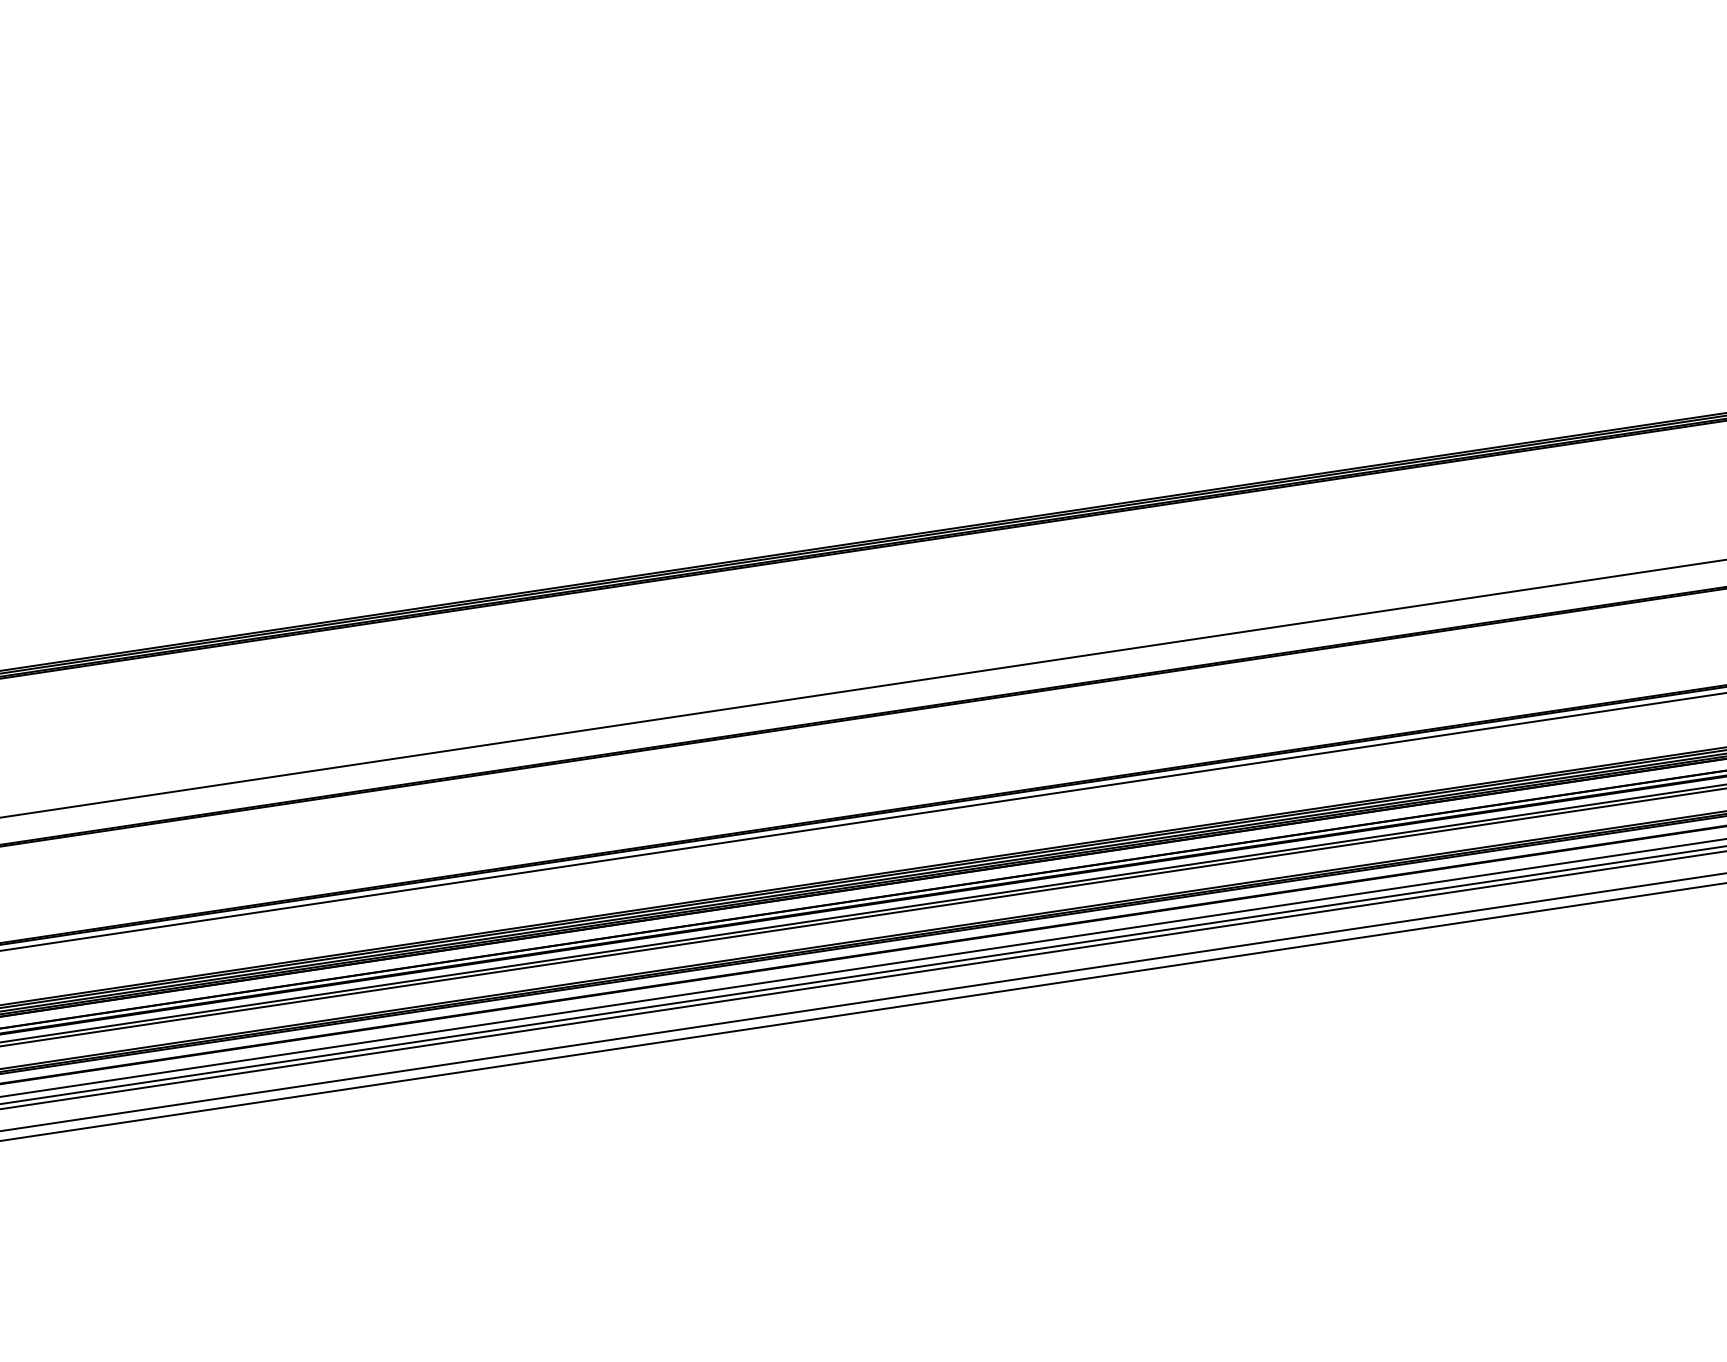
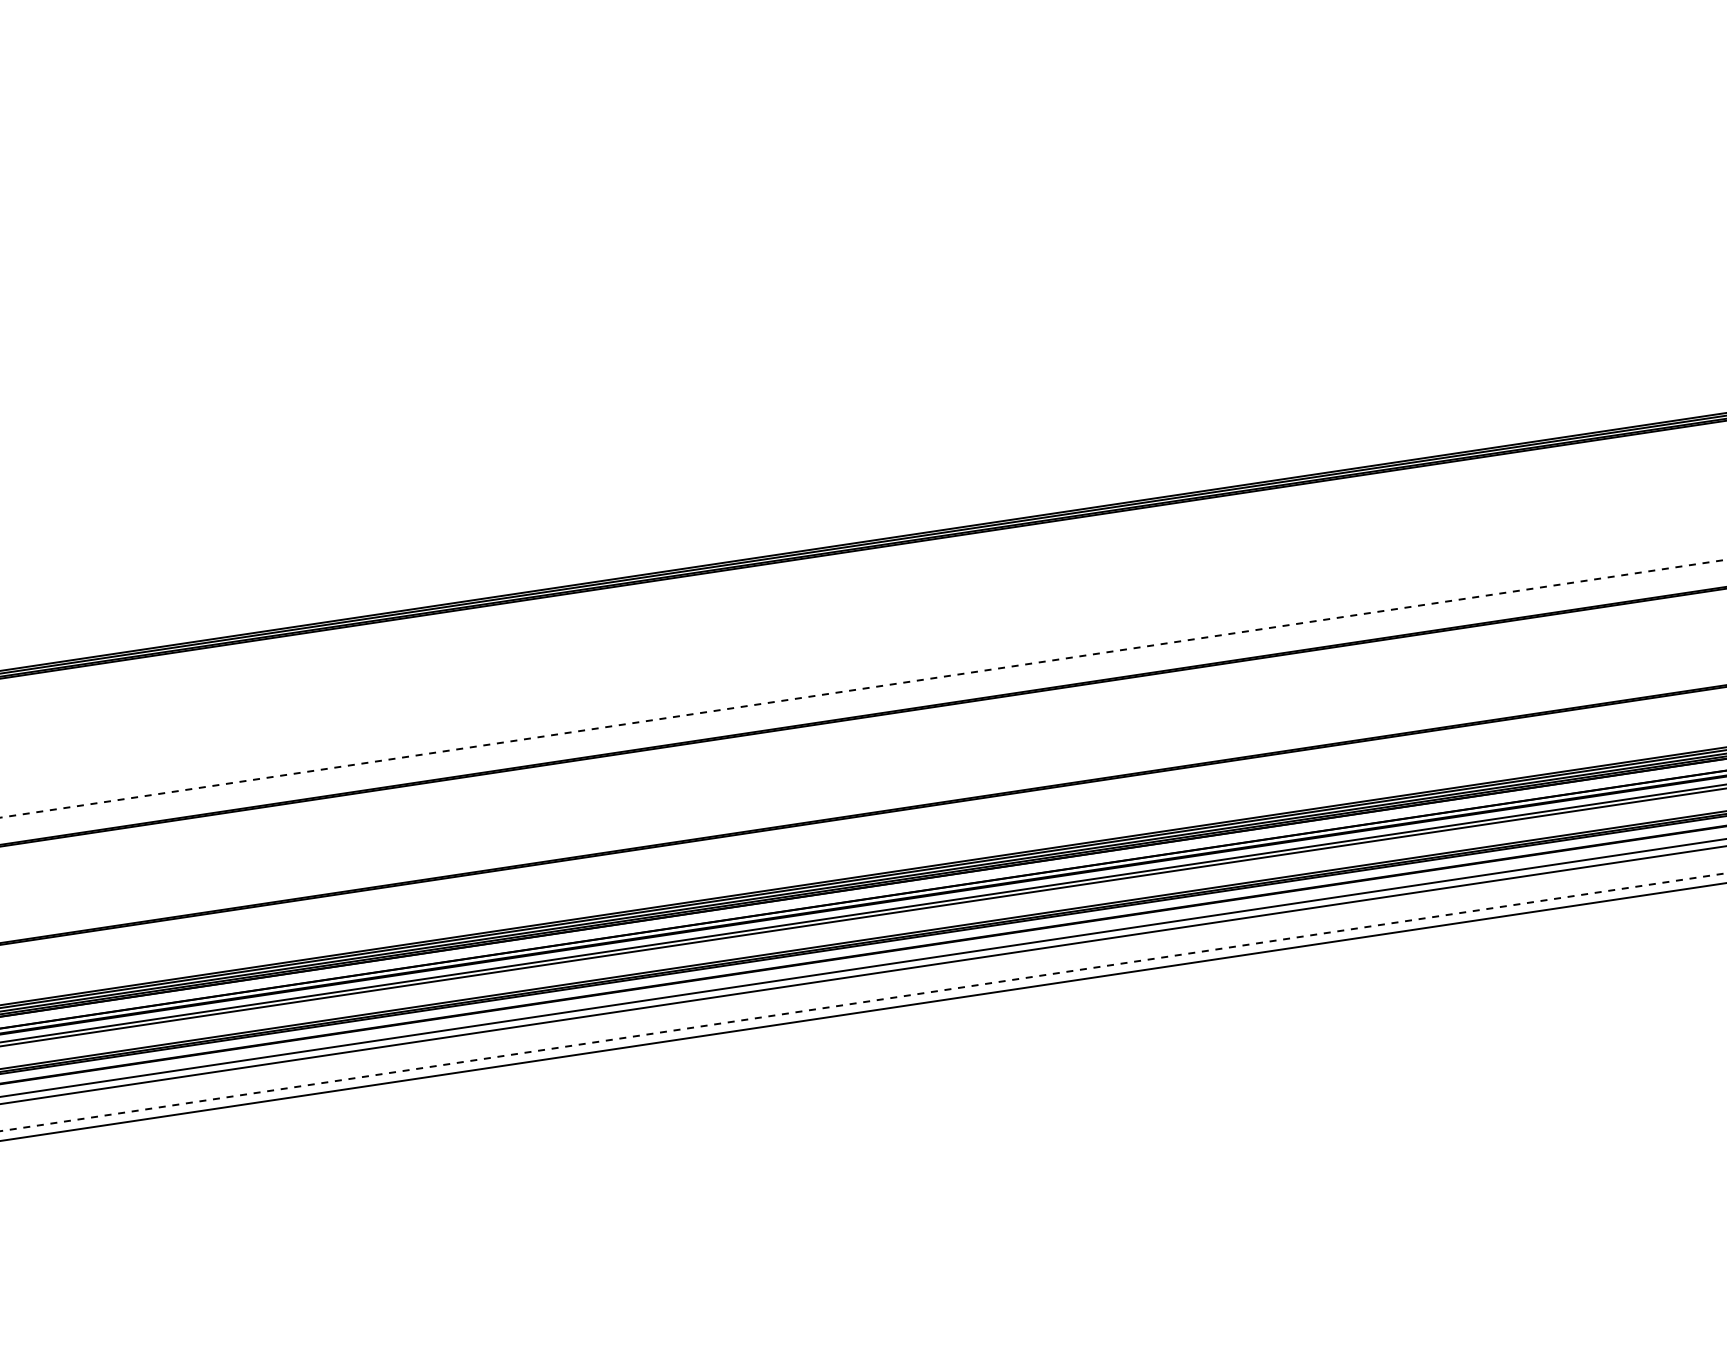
line at (862, 688): solid -> dashed
line at (862, 821): present -> none
line at (862, 979): present -> none
line at (862, 1002): solid -> dashed
